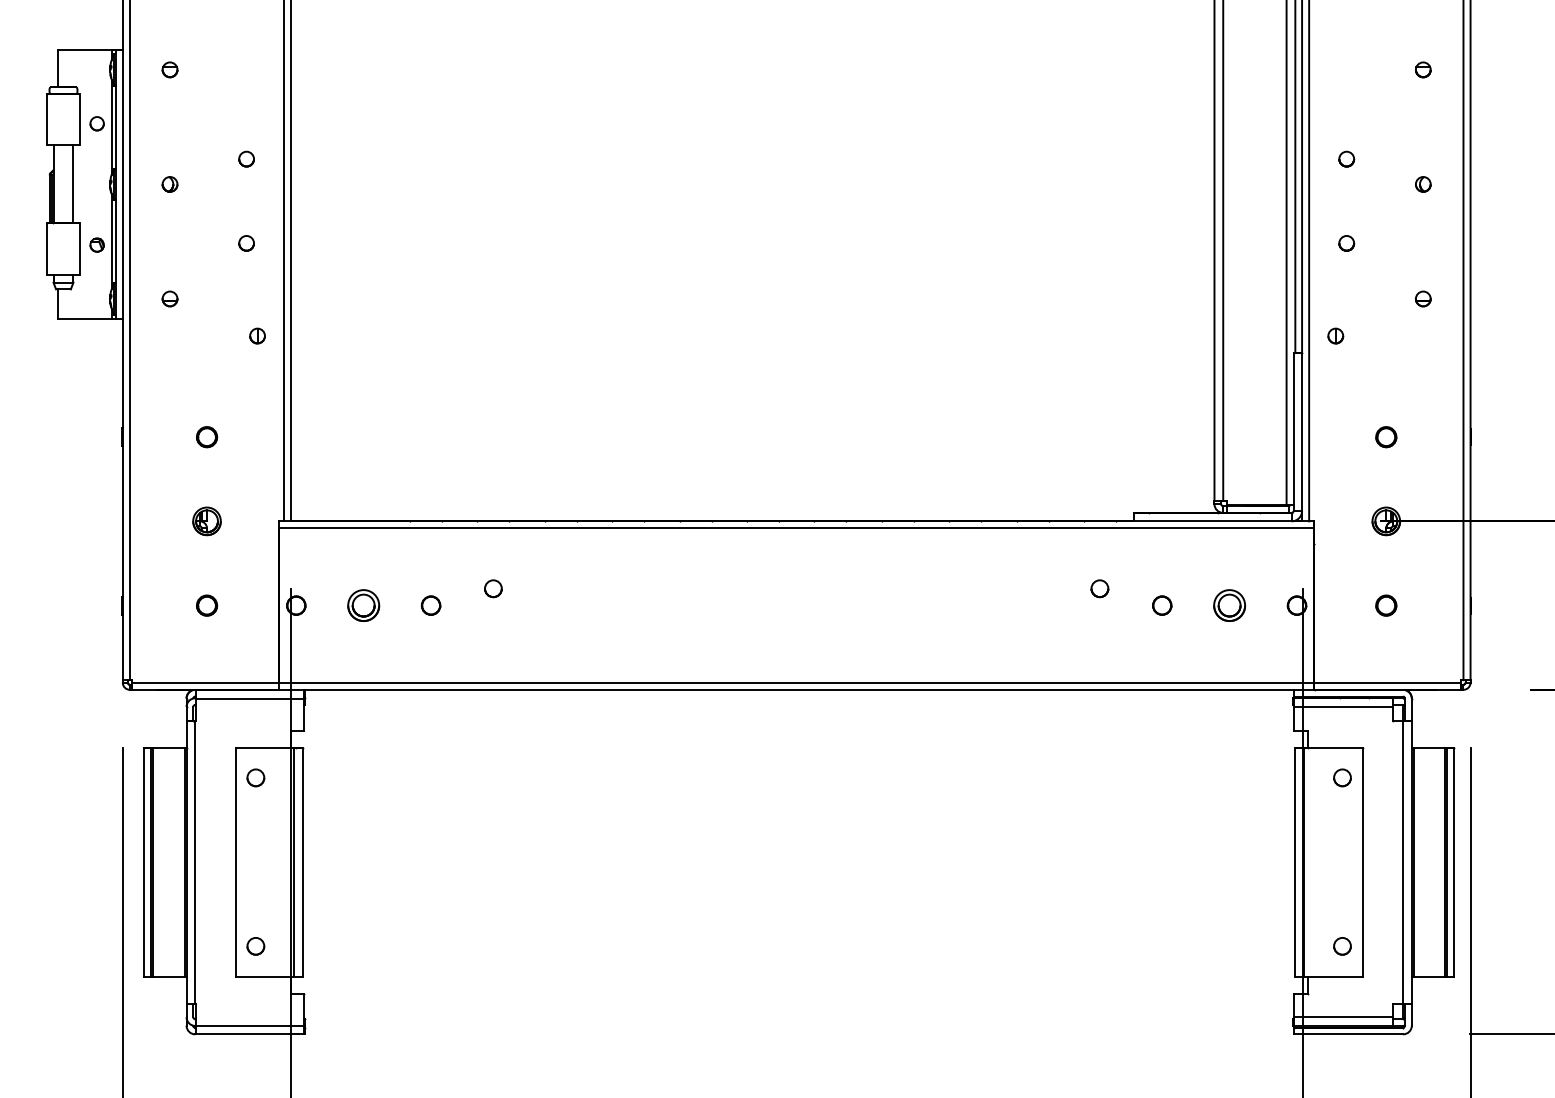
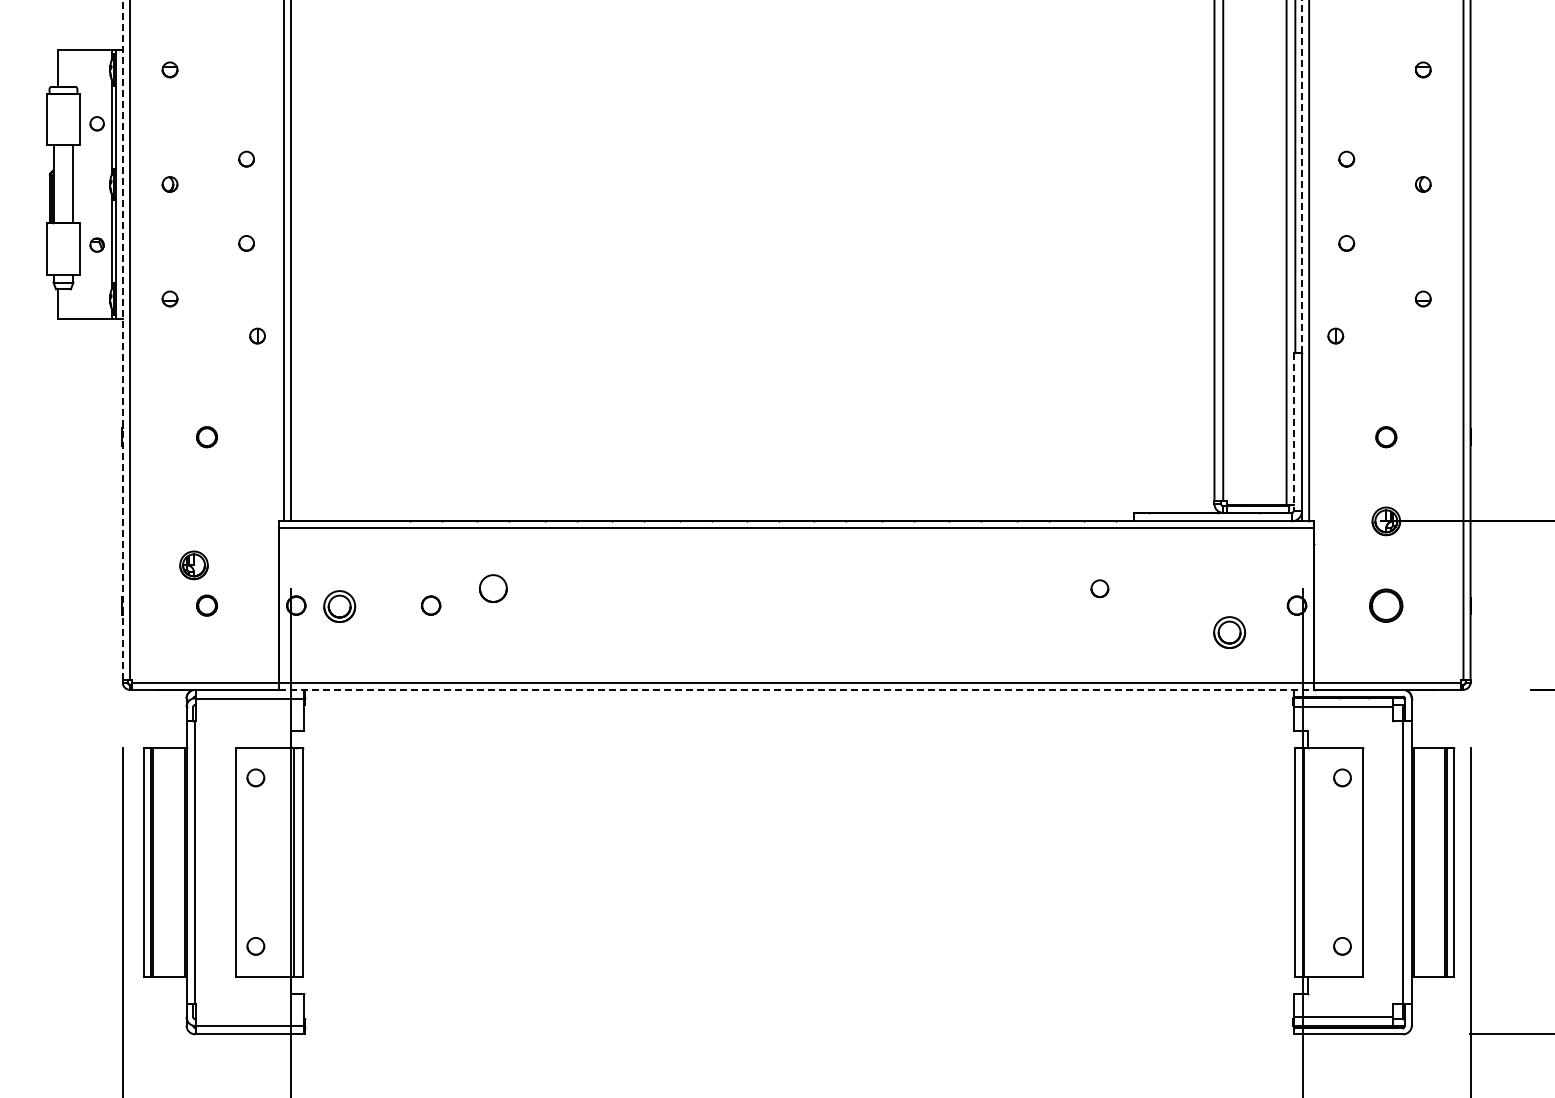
line at (1302, 176): solid -> dashed
line at (122, 339): solid -> dashed
line at (1293, 432): solid -> dashed
part at (206, 521) position: (206, 521) -> (193, 565)
part at (493, 588) size: 19x20 px -> 29x29 px
part at (363, 605) position: (363, 605) -> (339, 606)
circle at (1162, 605): present -> none
part at (1229, 605) position: (1229, 605) -> (1229, 632)
circle at (1386, 605) size: 23x23 px -> 35x35 px
line at (797, 689): solid -> dashed
